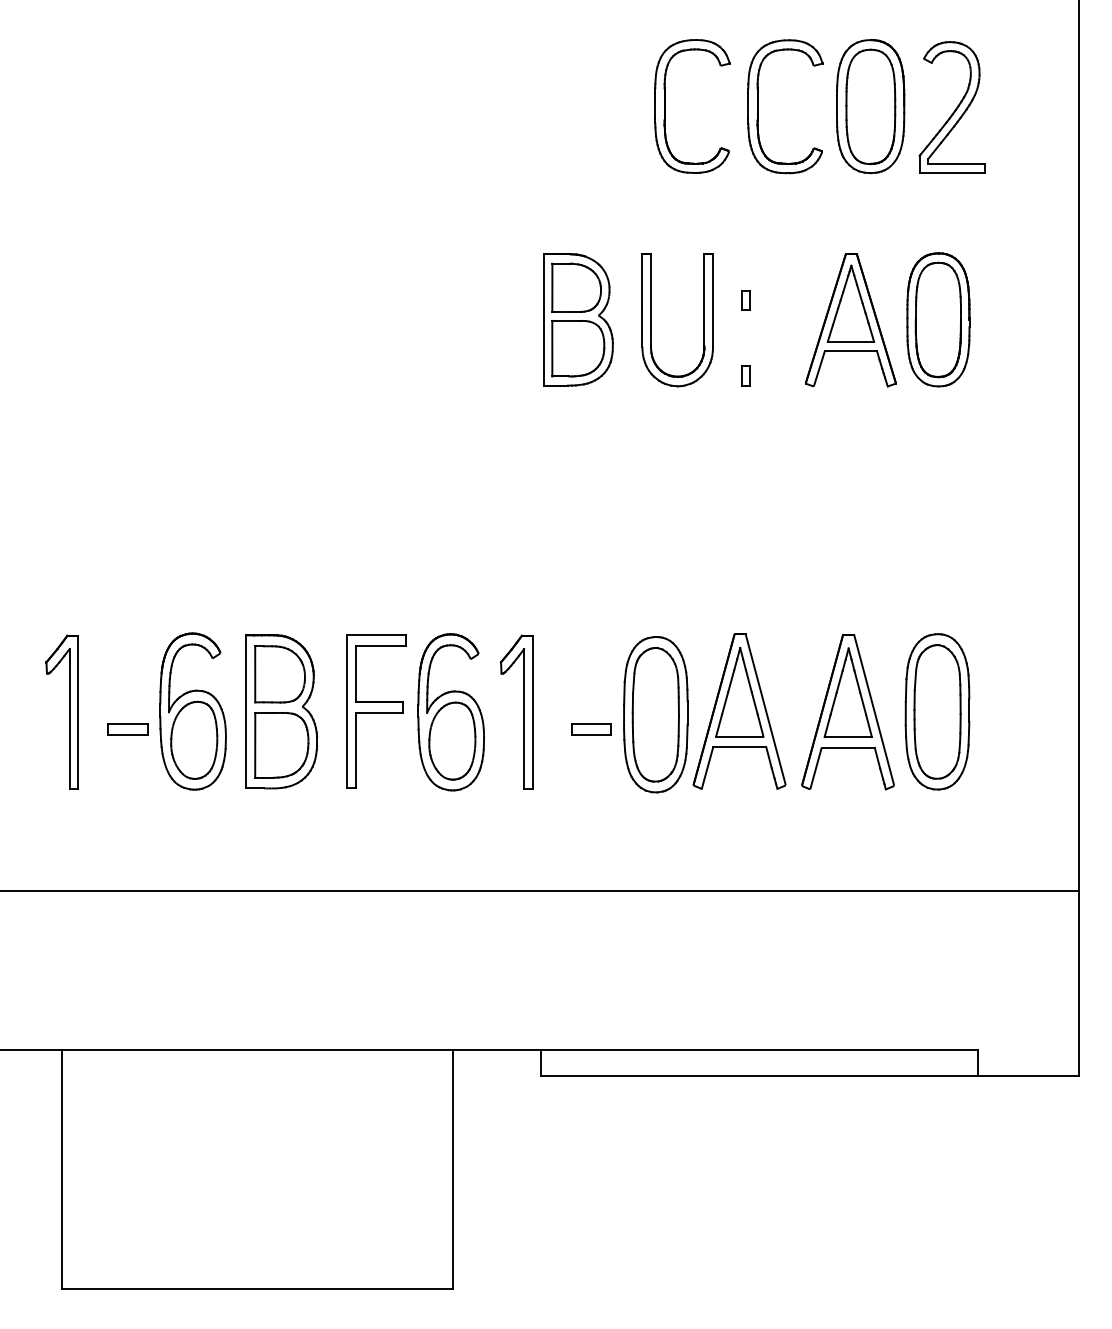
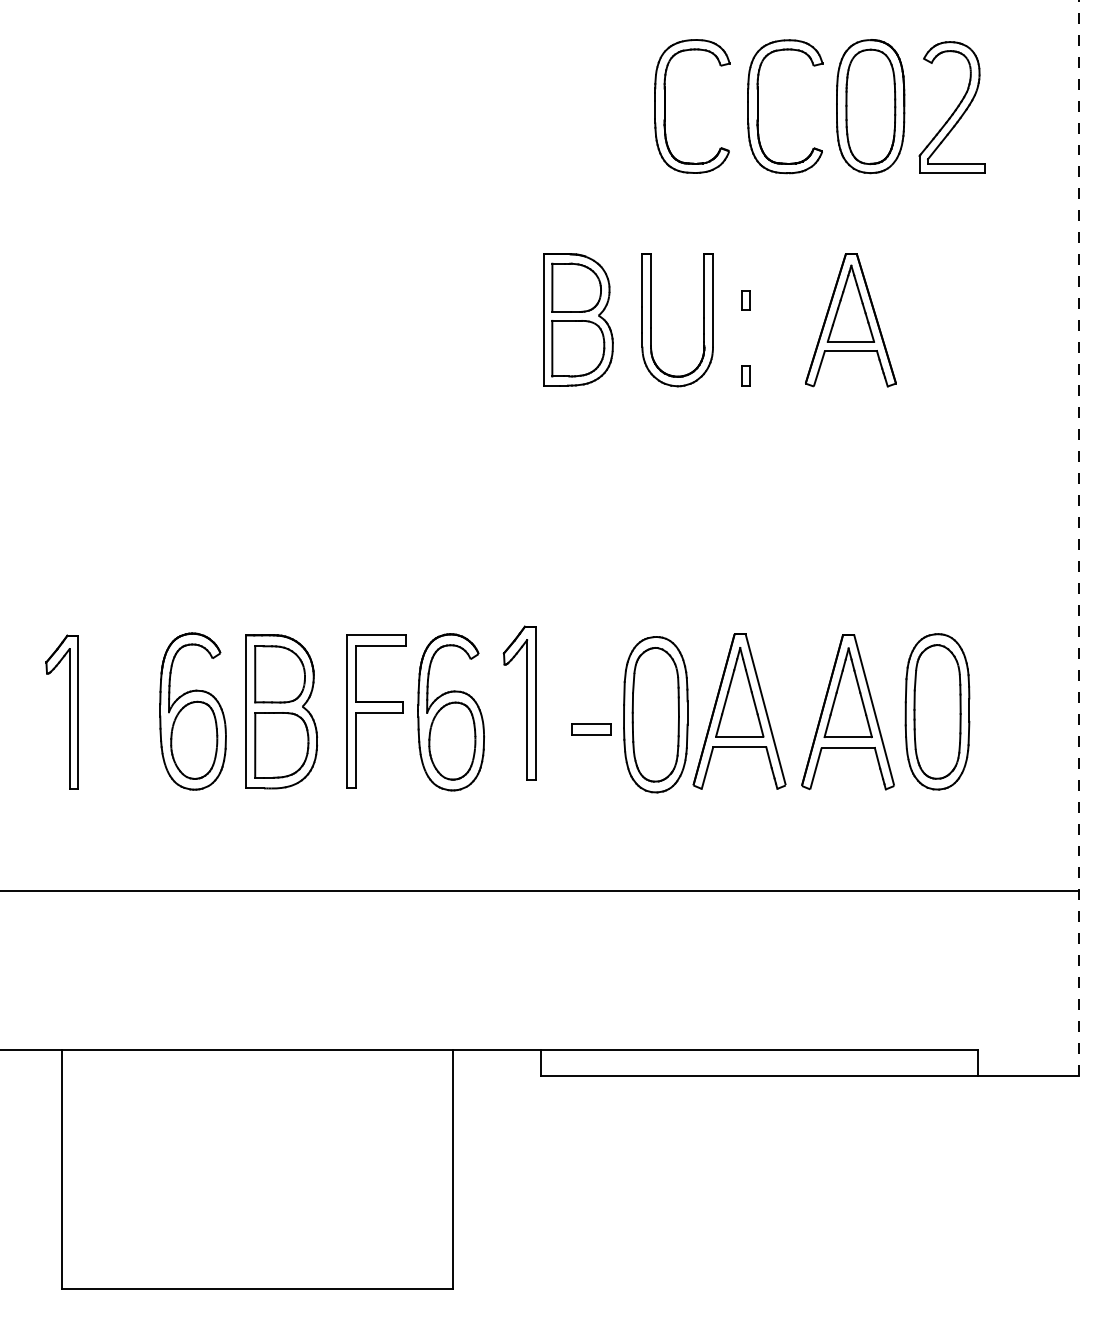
part at (938, 319): present -> none
line at (1078, 537): solid -> dashed
part at (523, 711) position: (523, 711) -> (526, 702)
part at (127, 729): present -> none
